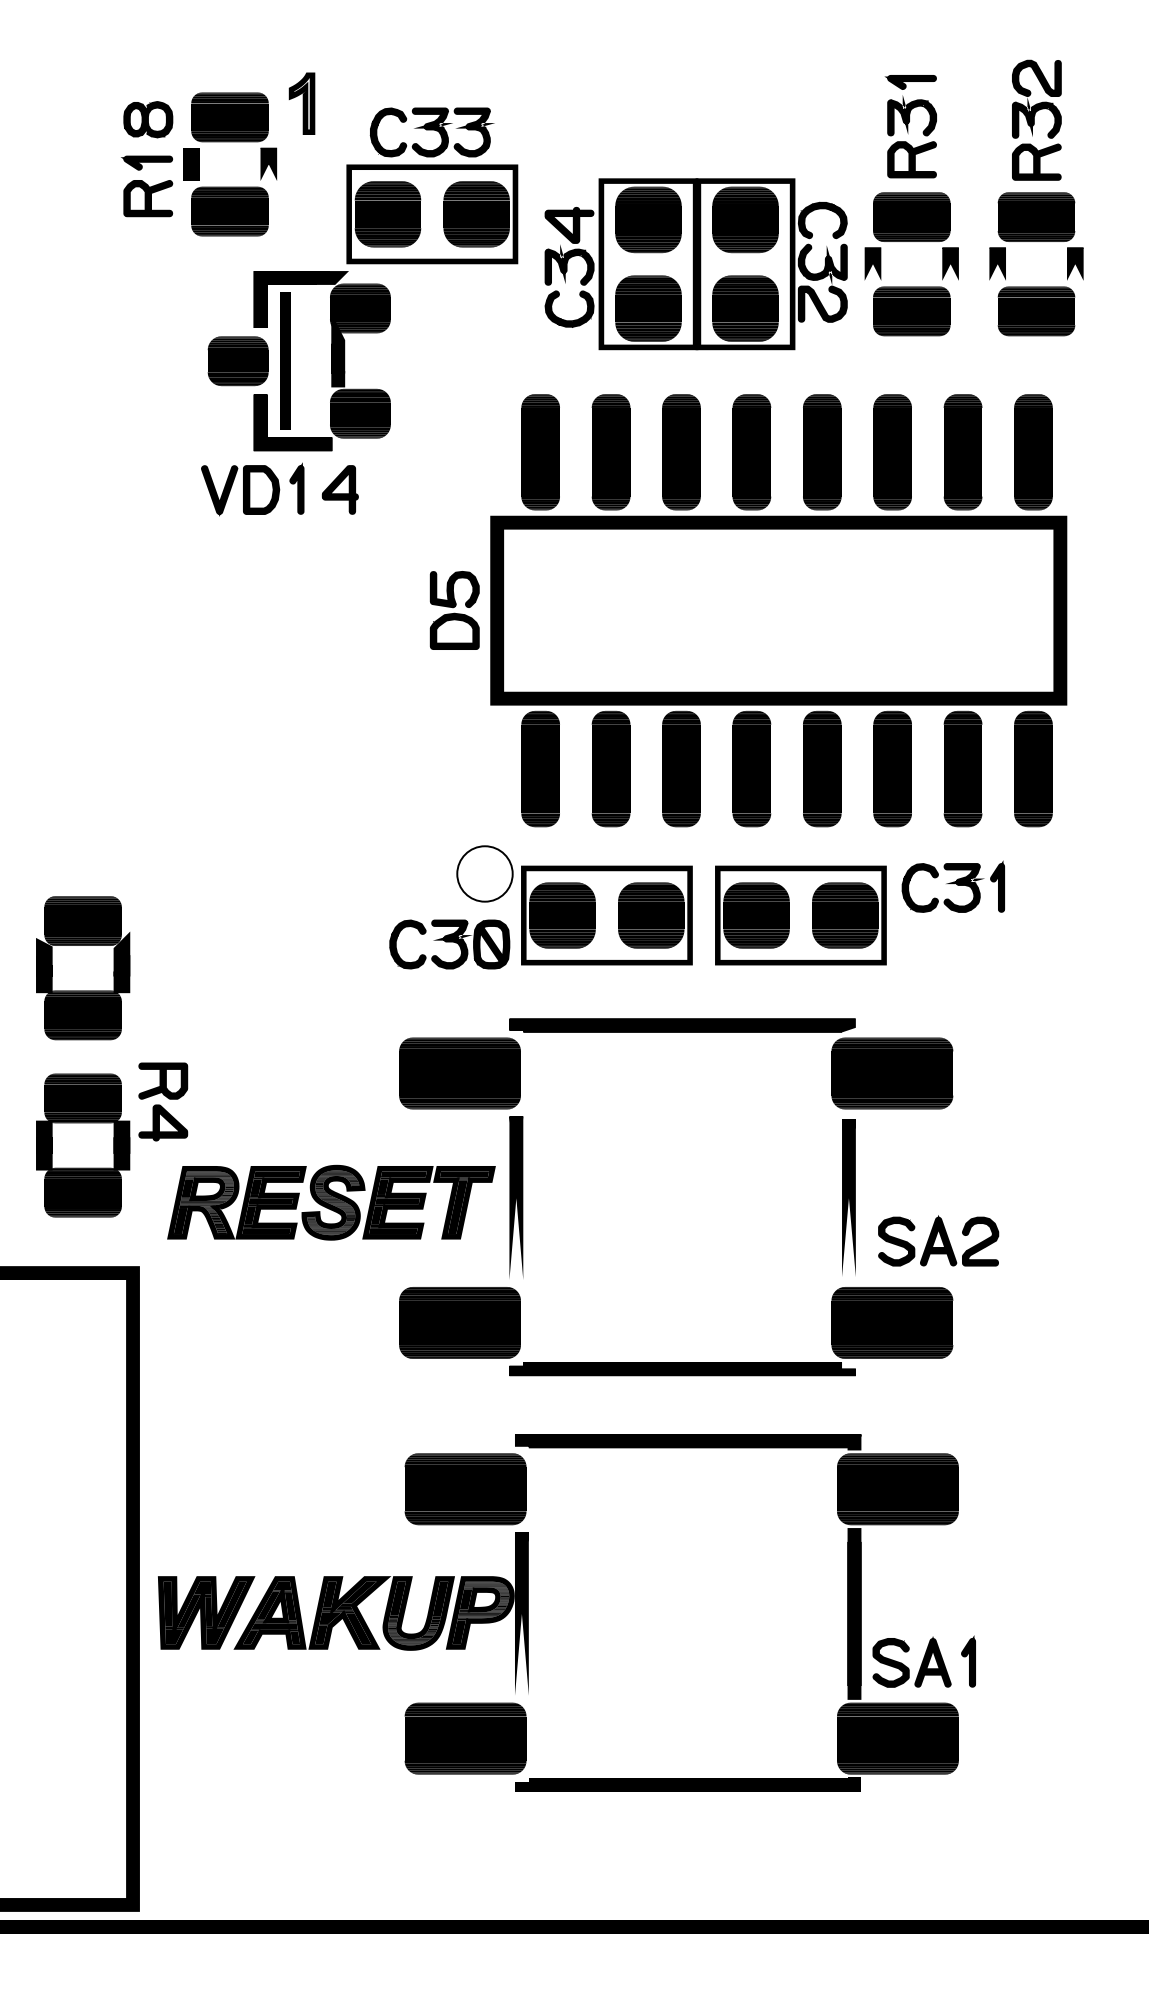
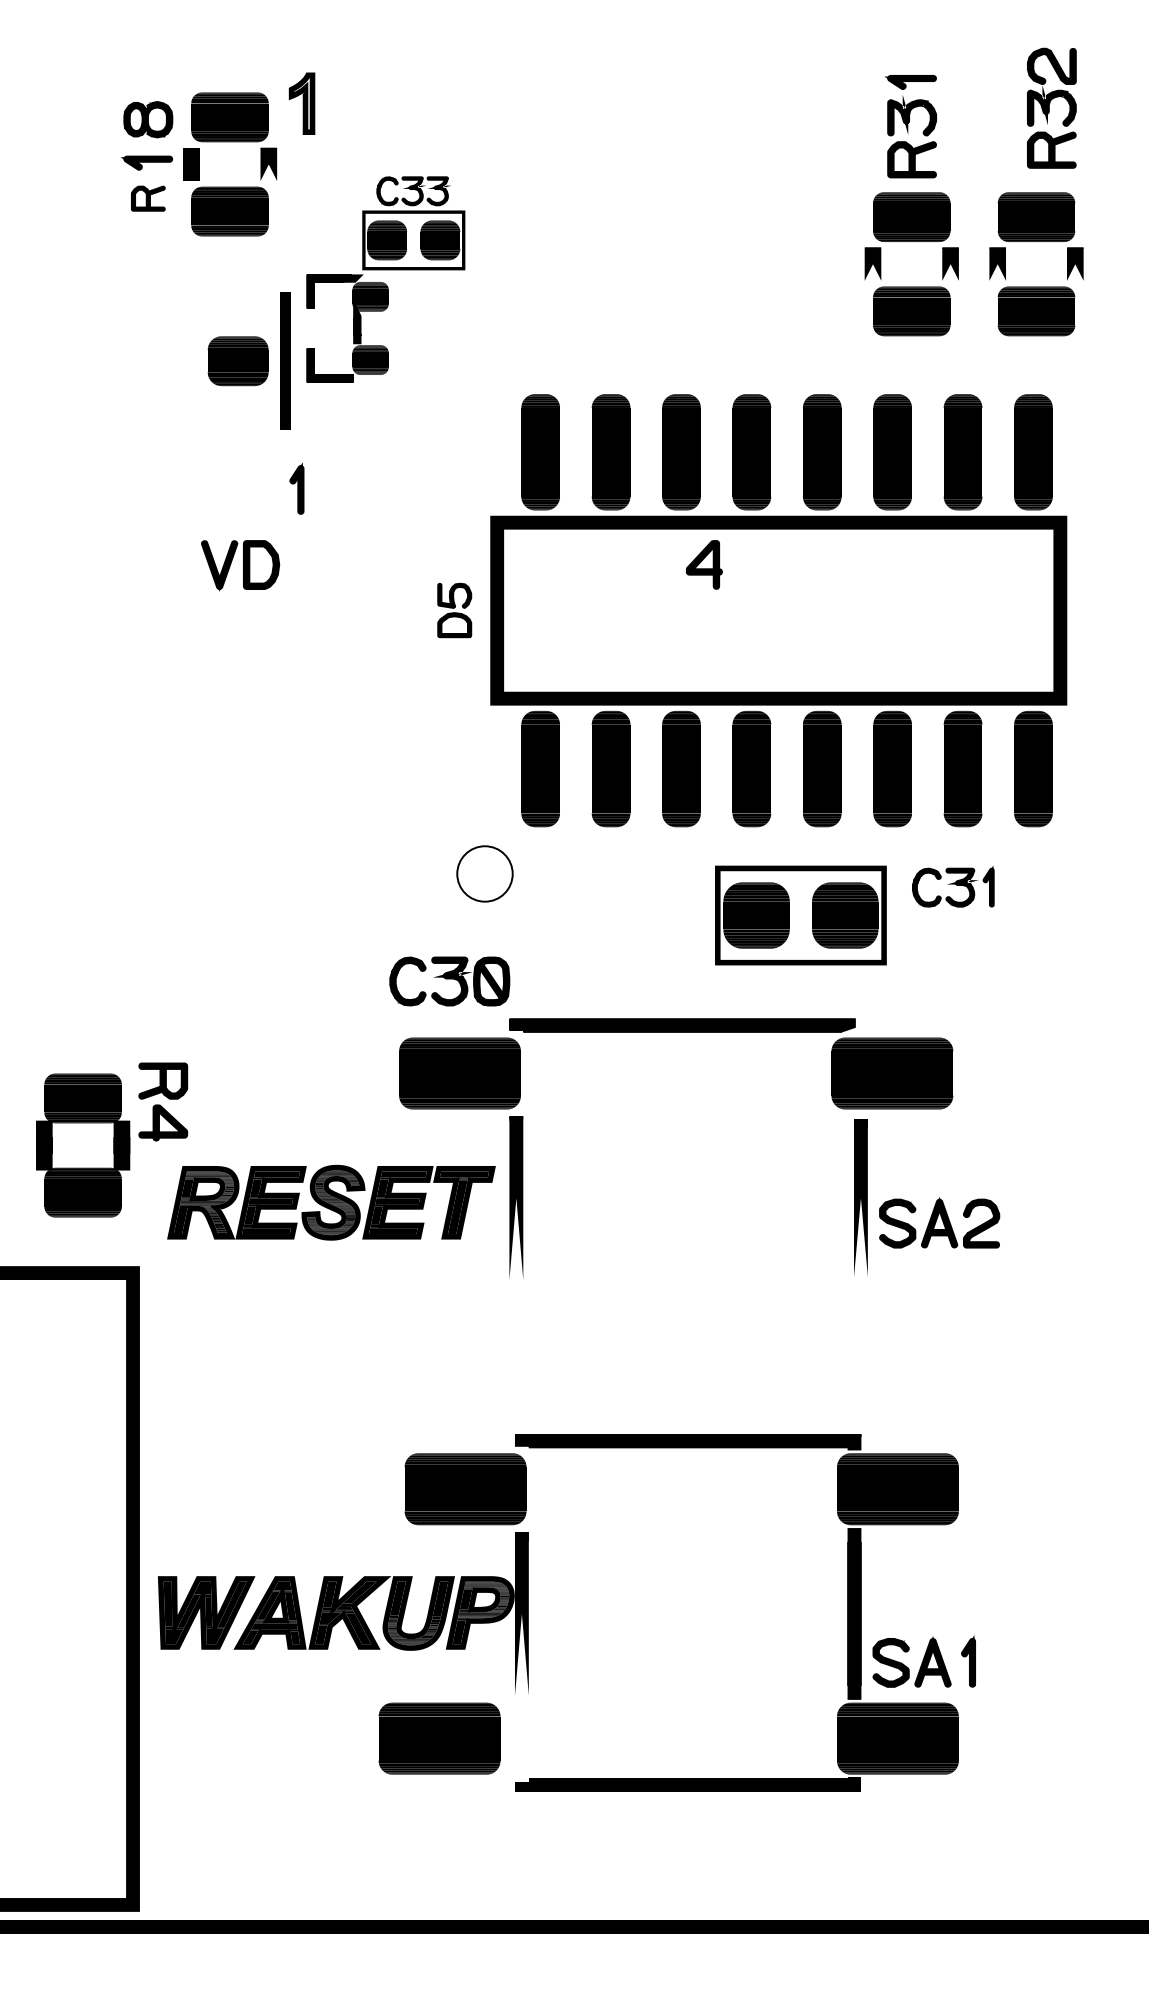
part at (1036, 119) position: (1036, 119) -> (1051, 107)
part at (148, 198) size: 51x38 px -> 35x27 px
part at (695, 264): present -> none
part at (385, 279) size: 266x345 px -> 160x207 px
part at (339, 489) position: (339, 489) -> (703, 564)
part at (240, 490) position: (240, 490) -> (240, 565)
part at (454, 610) size: 51x79 px -> 36x57 px
part at (952, 886) size: 104x53 px -> 83x42 px
part at (606, 915): present -> none
part at (449, 944) position: (449, 944) -> (449, 981)
part at (83, 968): present -> none
part at (848, 1197) position: (848, 1197) -> (860, 1197)
part at (938, 1240) position: (938, 1240) -> (939, 1222)
part at (676, 1362): present -> none
part at (465, 1738) position: (465, 1738) -> (439, 1738)
